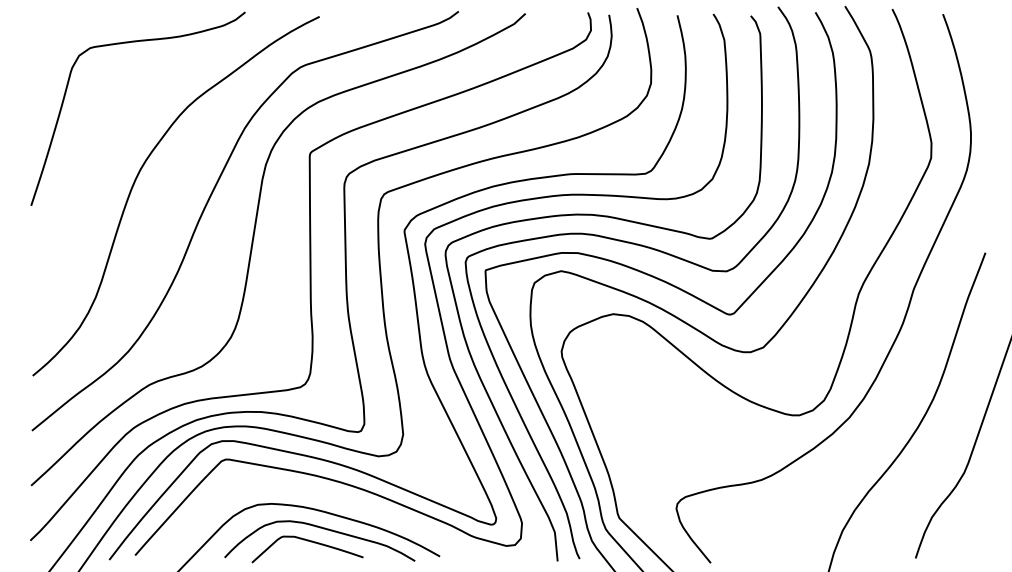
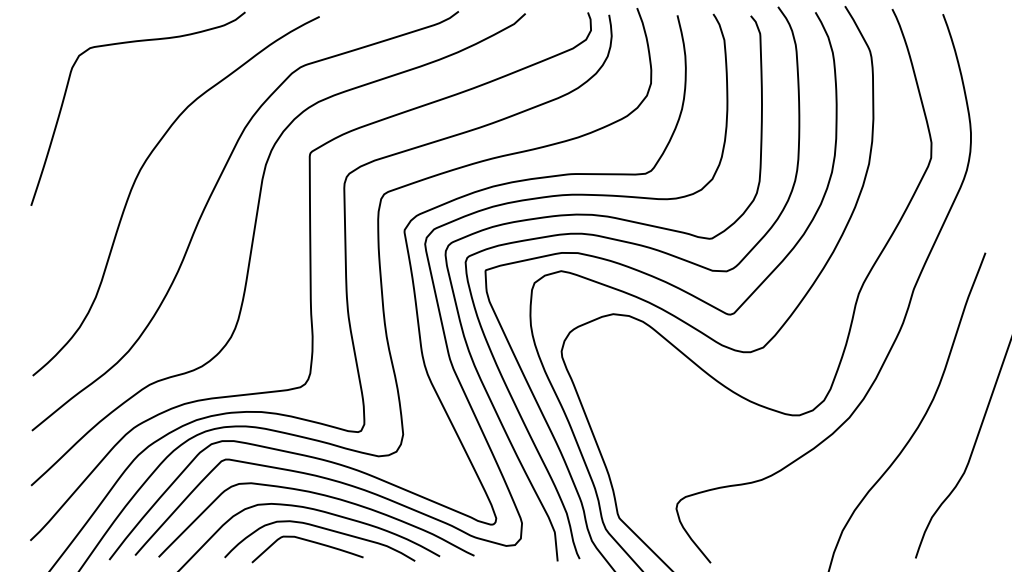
curve at (320, 495): none -> present
